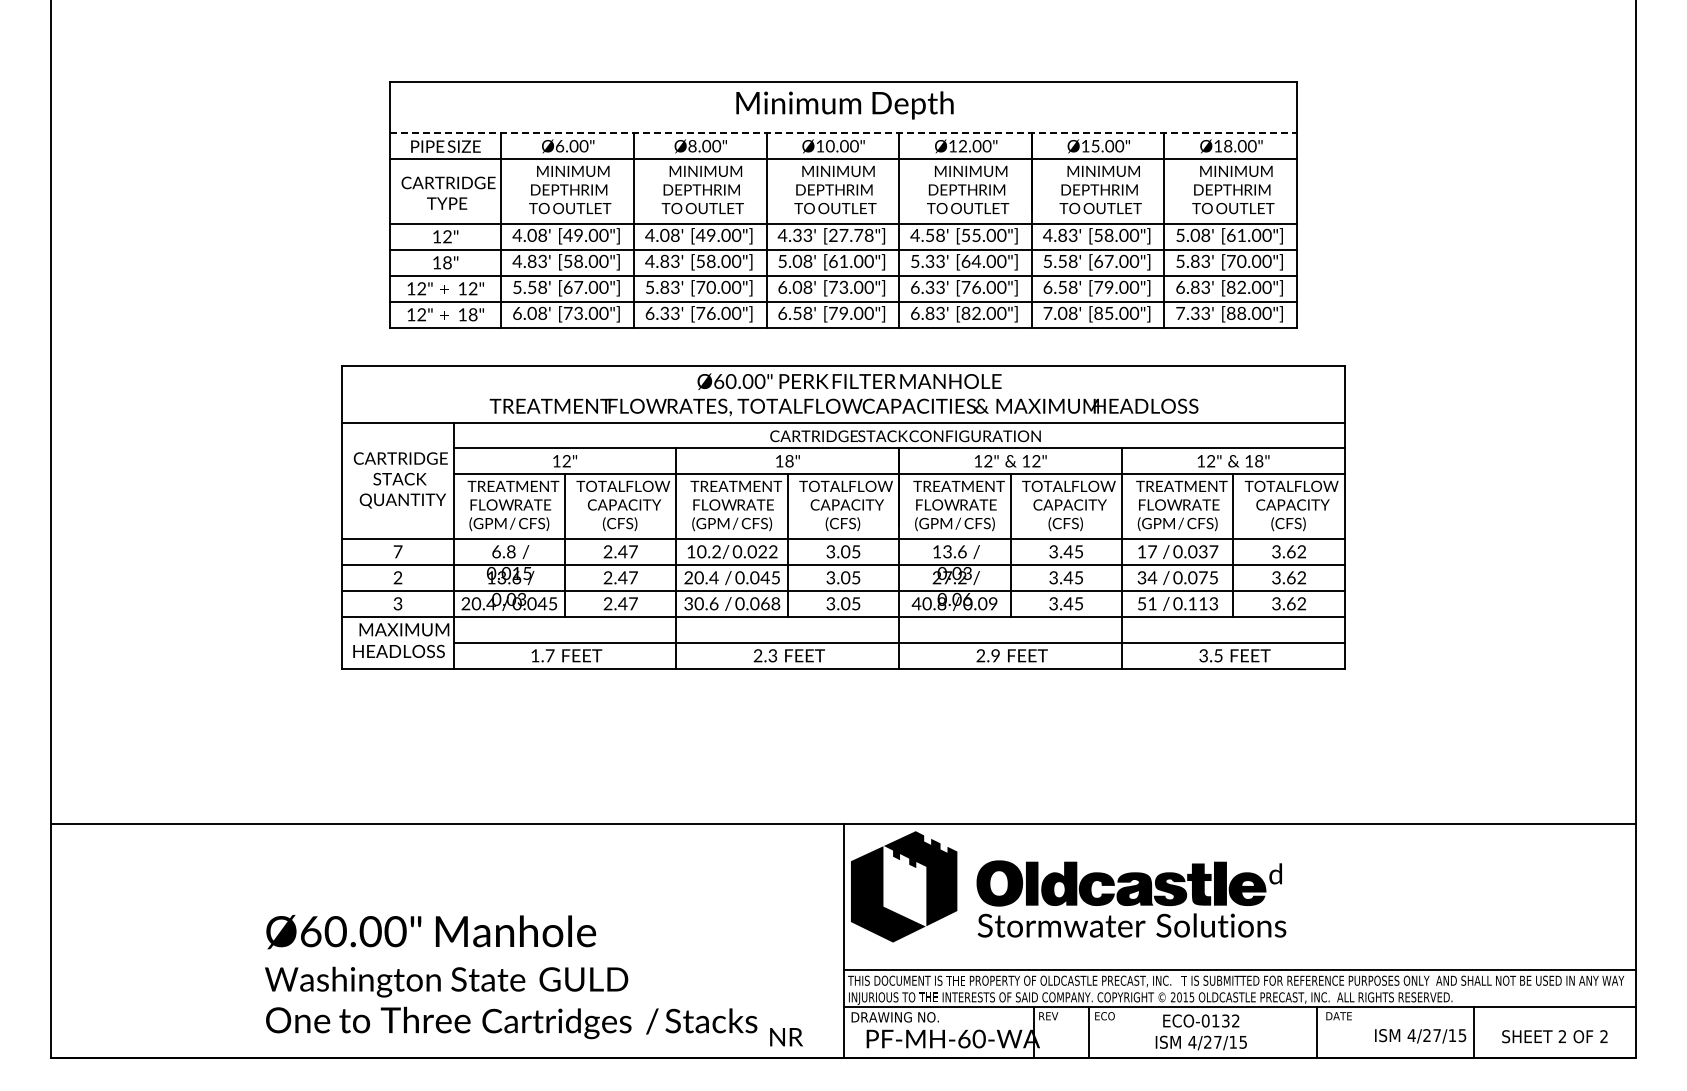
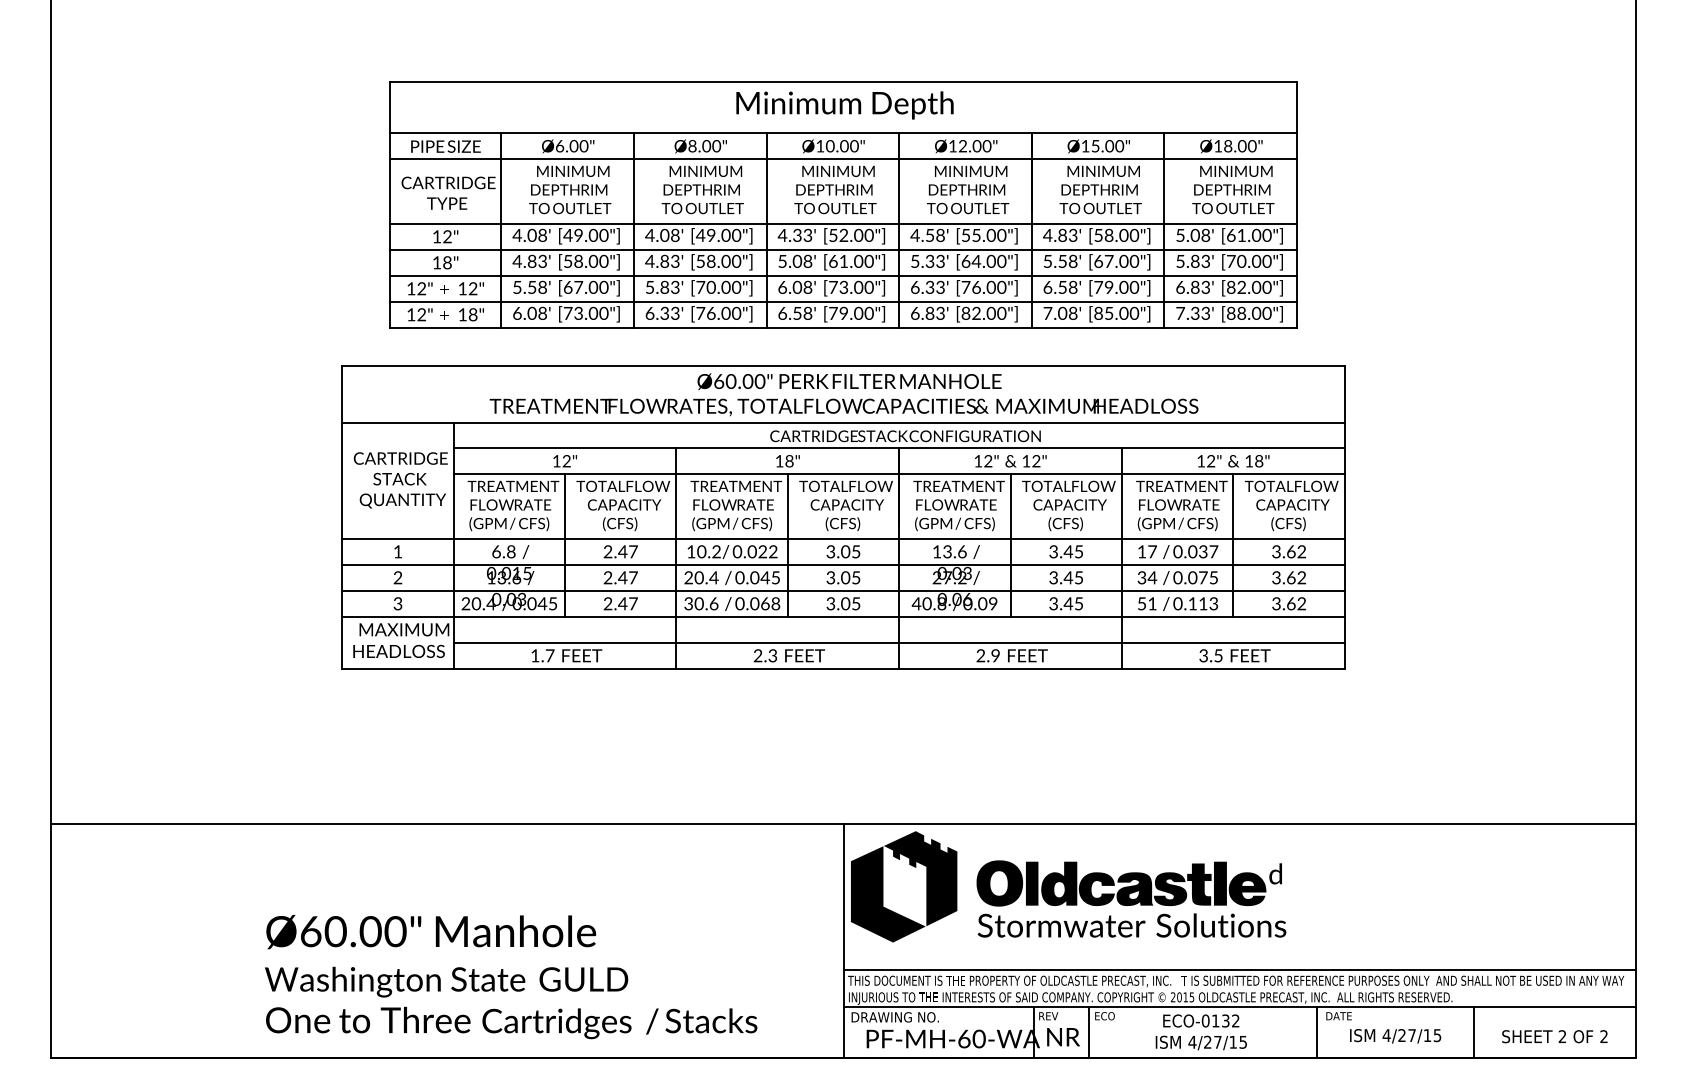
line at (843, 133): dashed -> solid
text at (851, 234): [27.78"] -> [52.00"]
text at (397, 551): 7 -> 1
text at (1420, 1036) position: (1420, 1036) -> (1395, 1036)
text at (786, 1037) position: (786, 1037) -> (1063, 1037)
